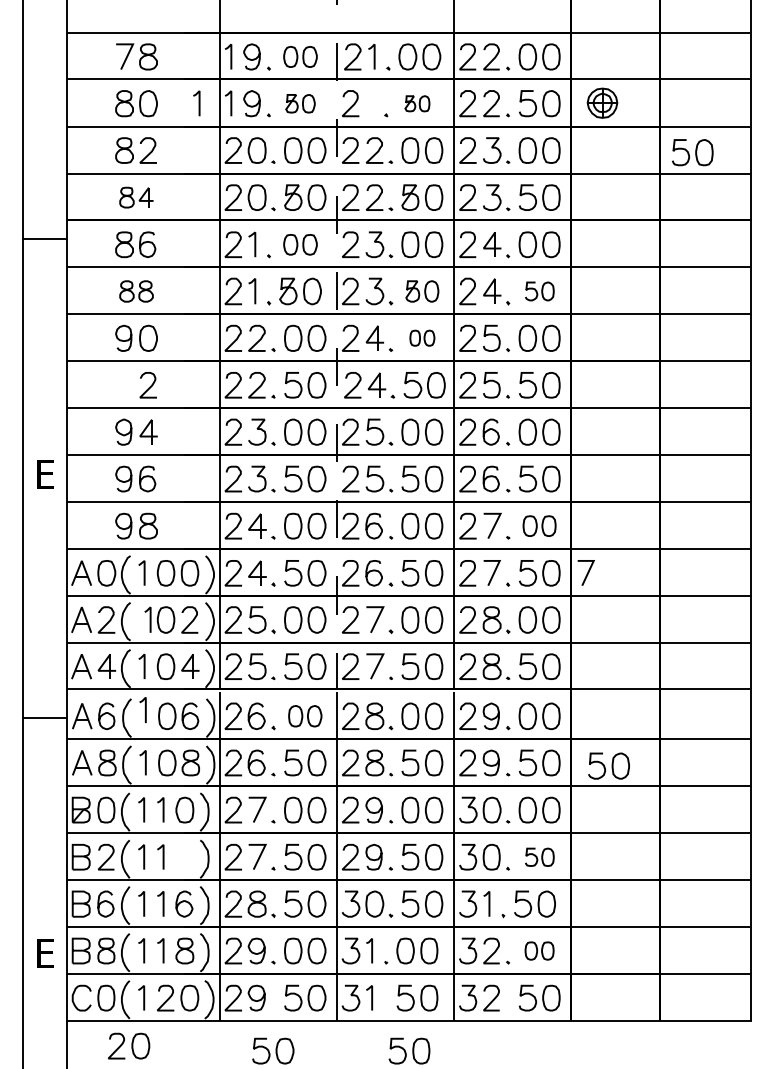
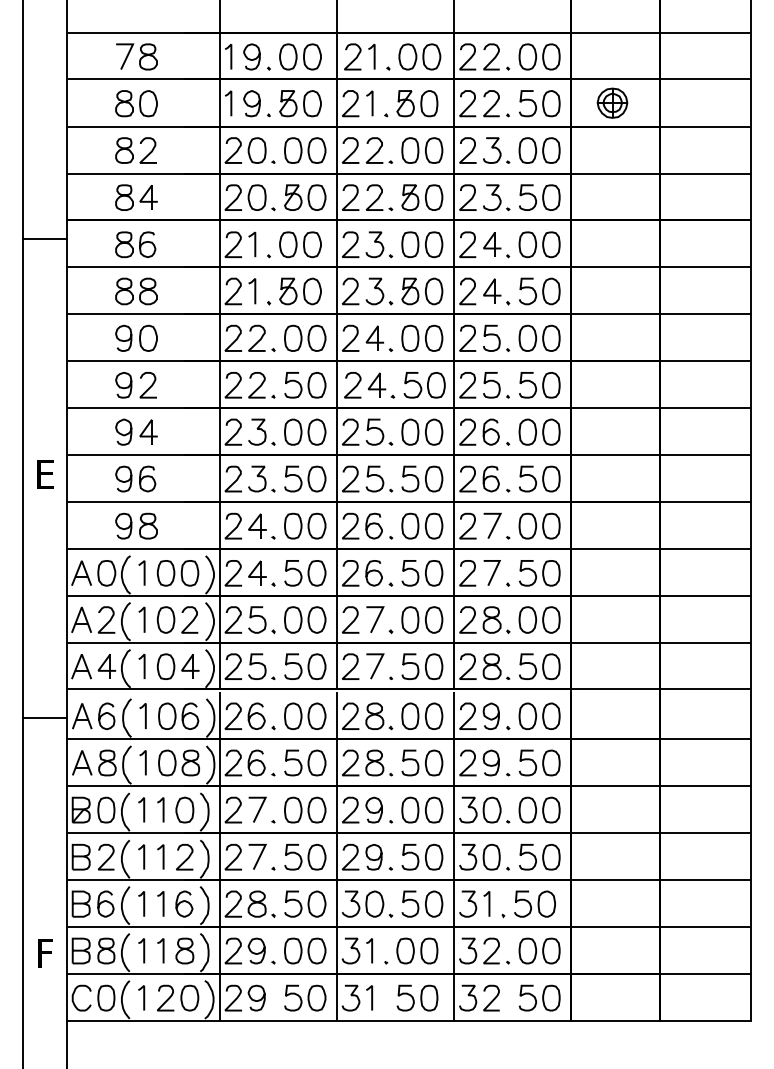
part at (300, 56) size: 35x22 px -> 43x28 px
part at (602, 102) position: (602, 102) -> (612, 102)
line at (198, 103) position: (198, 103) -> (371, 103)
part at (300, 103) size: 31x20 px -> 43x28 px
part at (417, 103) size: 27x18 px -> 43x28 px
part at (692, 152): present -> none
part at (136, 197) size: 35x23 px -> 43x27 px
part at (300, 244) size: 35x22 px -> 43x28 px
part at (136, 291) size: 35x23 px -> 43x29 px
part at (422, 291) size: 35x23 px -> 43x29 px
part at (539, 291) size: 30x21 px -> 42x29 px
part at (422, 337) size: 27x18 px -> 43x28 px
line at (336, 345): dashed -> solid
curve at (123, 387): none -> present
part at (539, 525) size: 35x22 px -> 43x28 px
line at (586, 573): present -> none
line at (149, 619) position: (149, 619) -> (143, 619)
line at (145, 710) position: (145, 710) -> (145, 716)
part at (305, 716) size: 35x23 px -> 43x28 px
part at (608, 765): present -> none
part at (539, 856) size: 30x20 px -> 42x27 px
curve at (186, 858): none -> present
part at (539, 950) size: 31x20 px -> 43x28 px
text at (45, 953): E -> F
part at (129, 1045): present -> none
part at (273, 1050): present -> none
part at (409, 1050): present -> none
